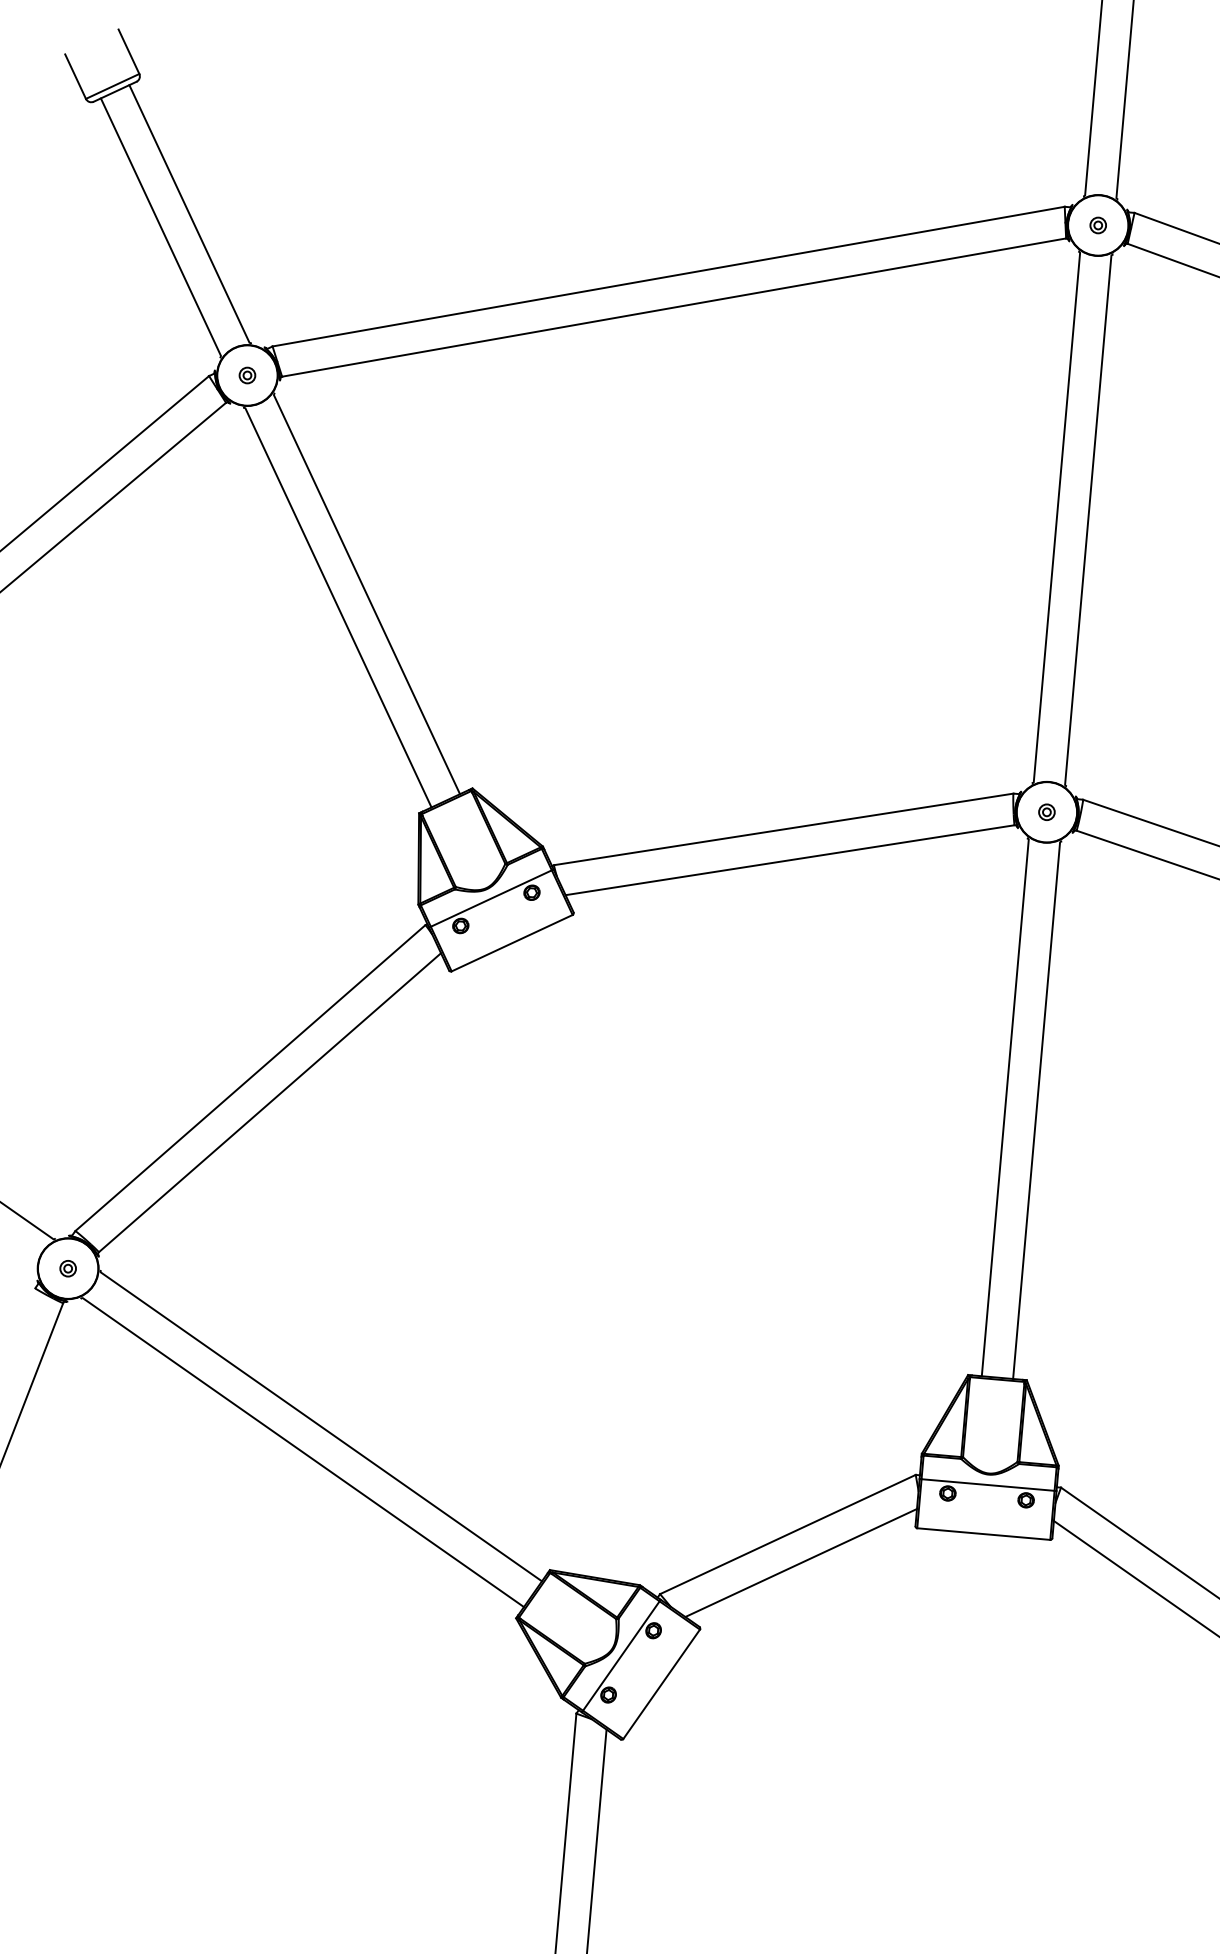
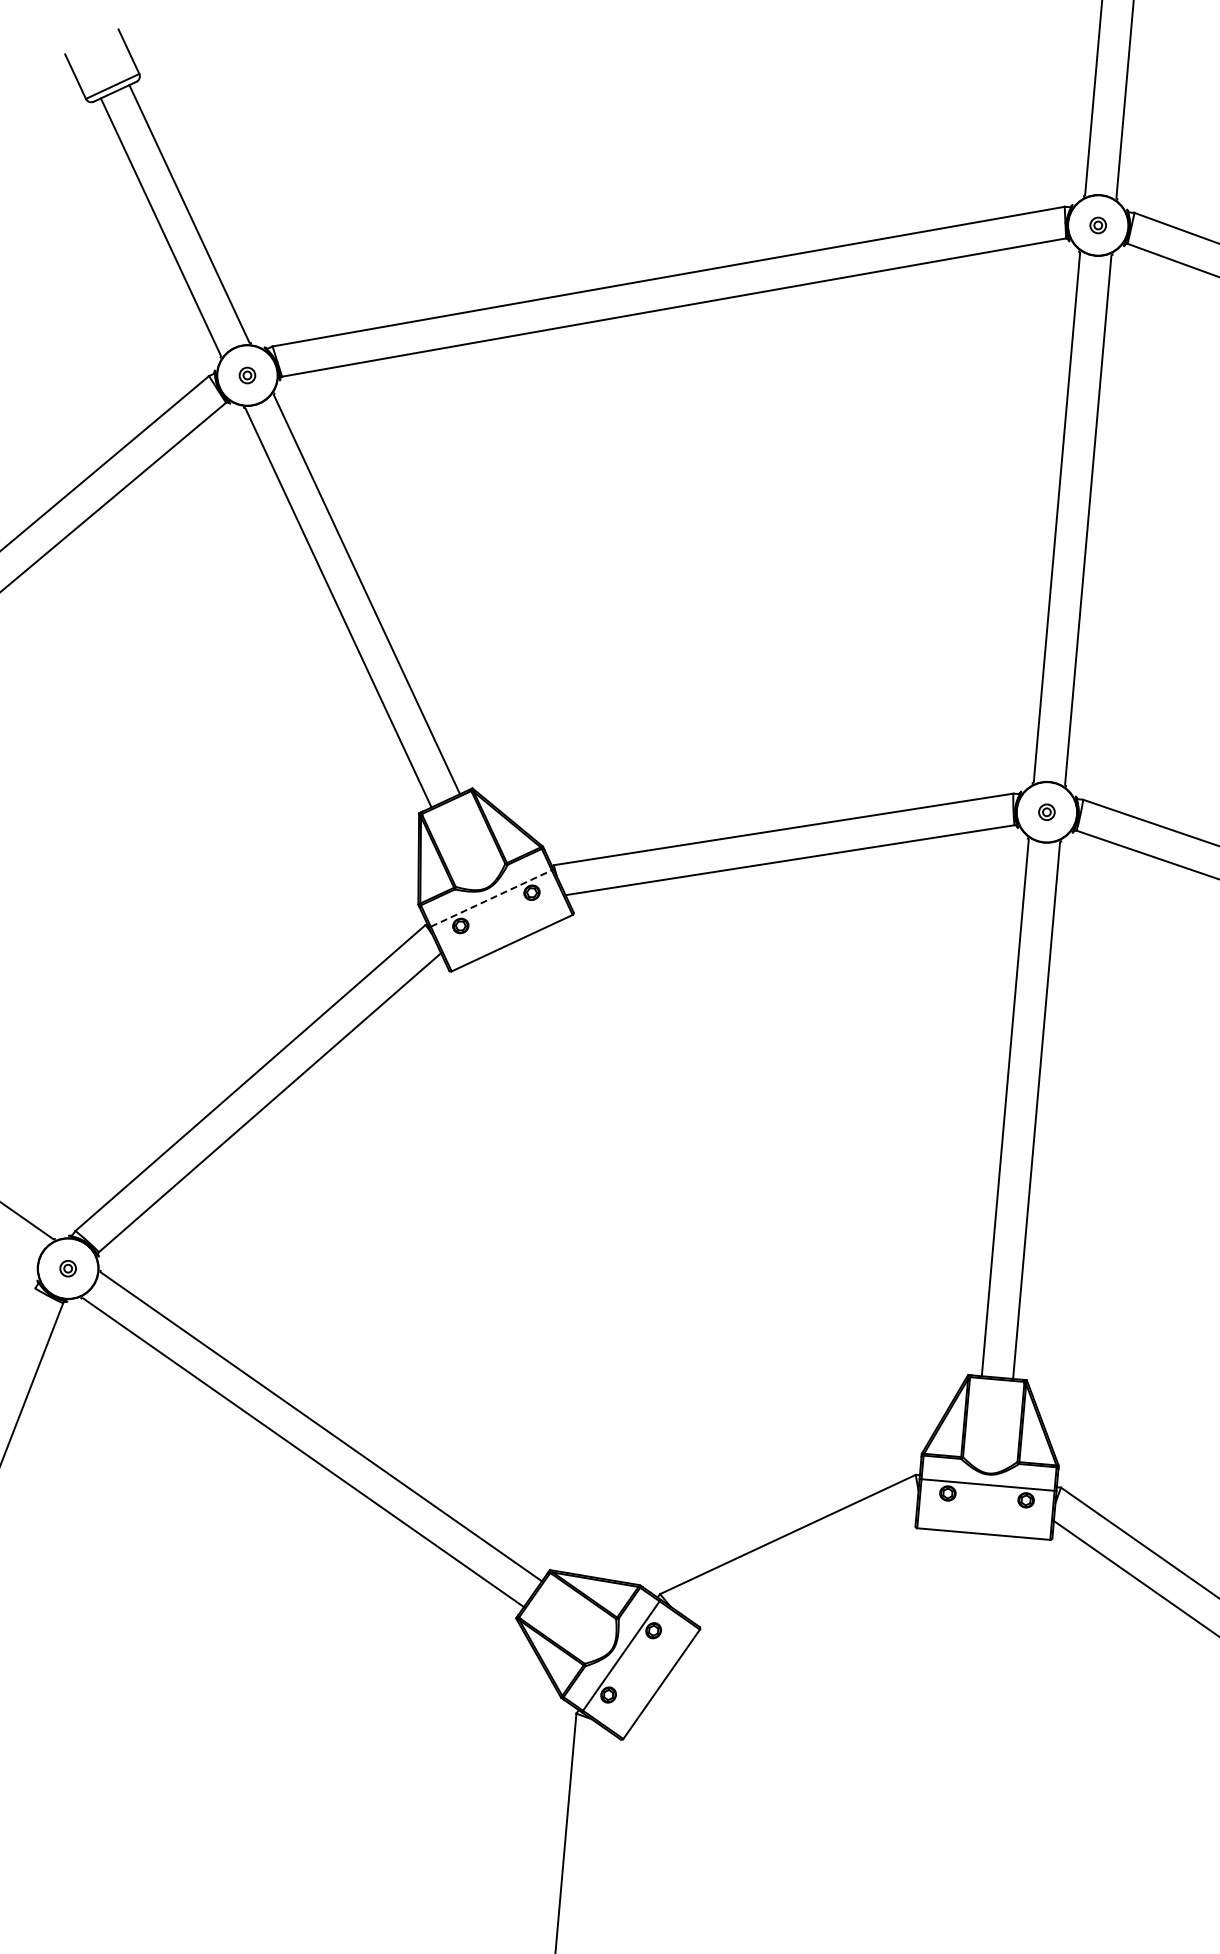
line at (491, 898): solid -> dashed
line at (800, 1563): present -> none
line at (596, 1839): present -> none
